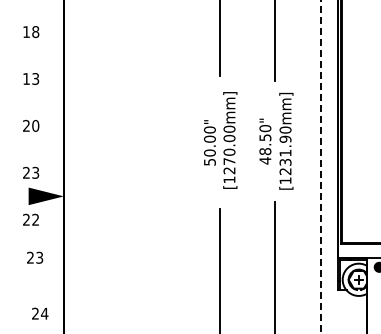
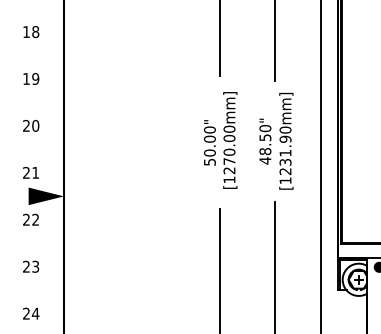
text at (35, 78): 13 -> 19
line at (321, 166): dashed -> solid
text at (35, 172): 23 -> 21
text at (35, 257) position: (35, 257) -> (31, 266)
text at (40, 313) position: (40, 313) -> (31, 313)
